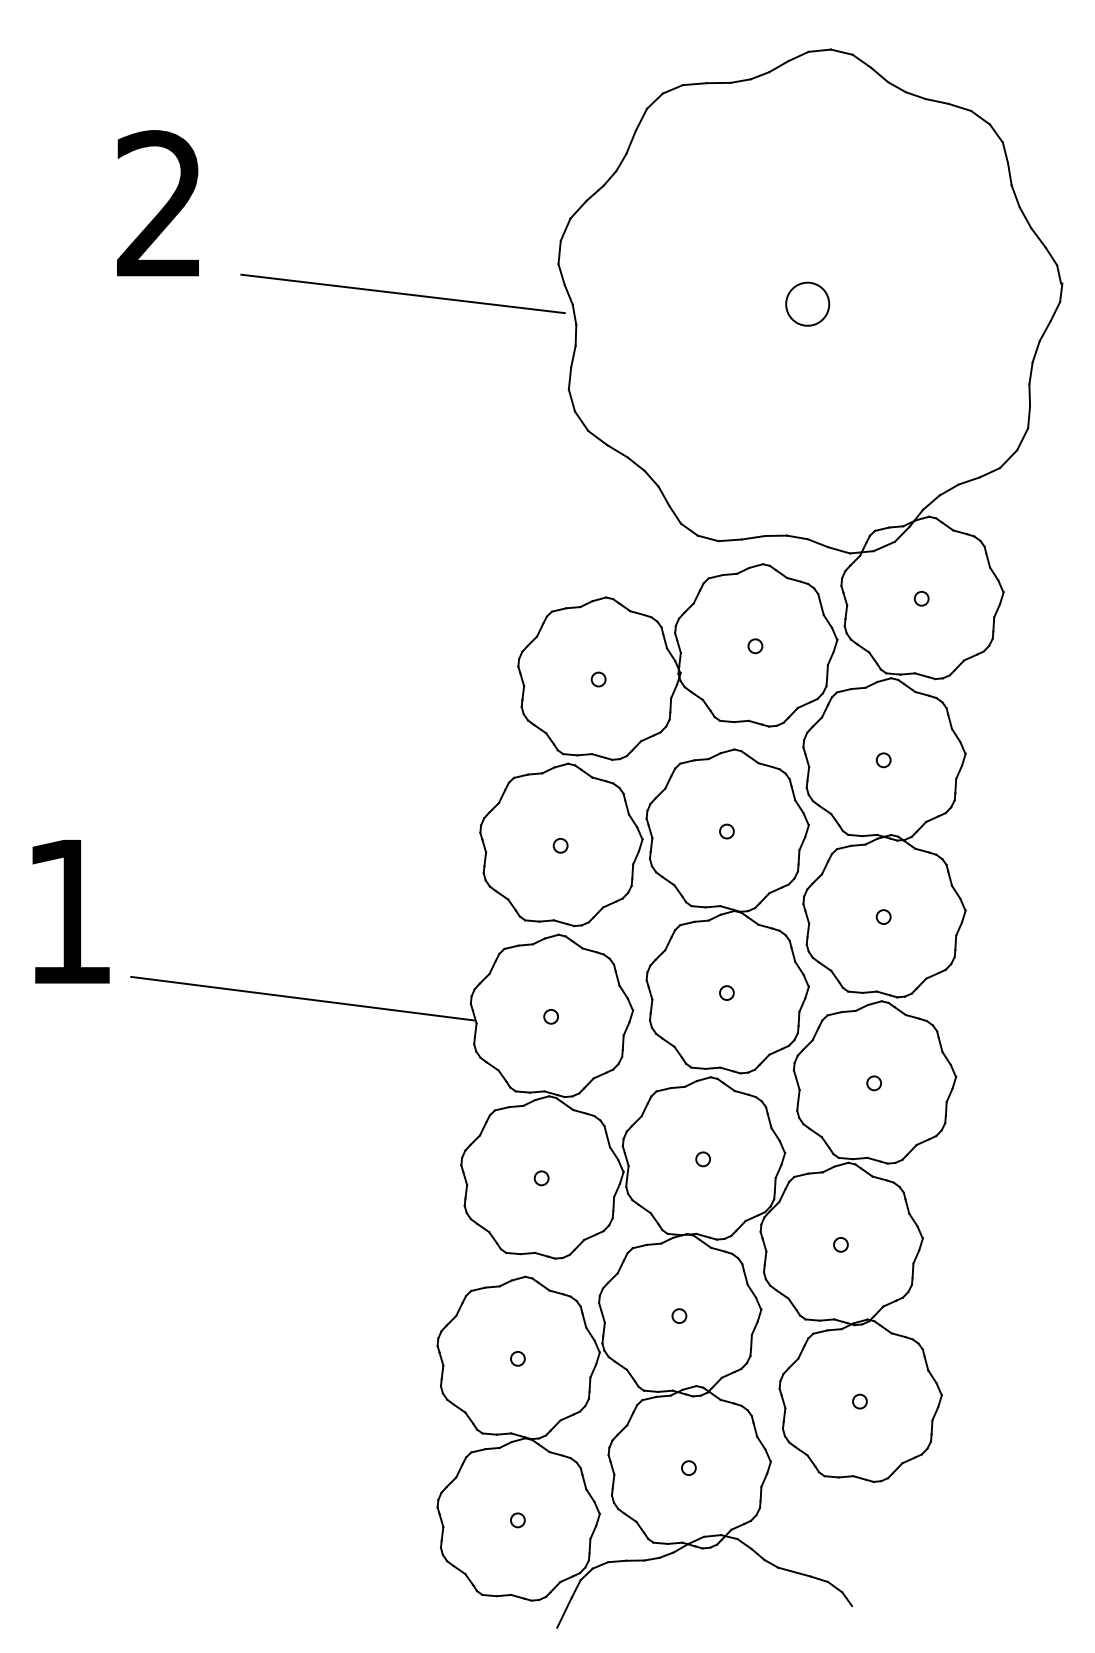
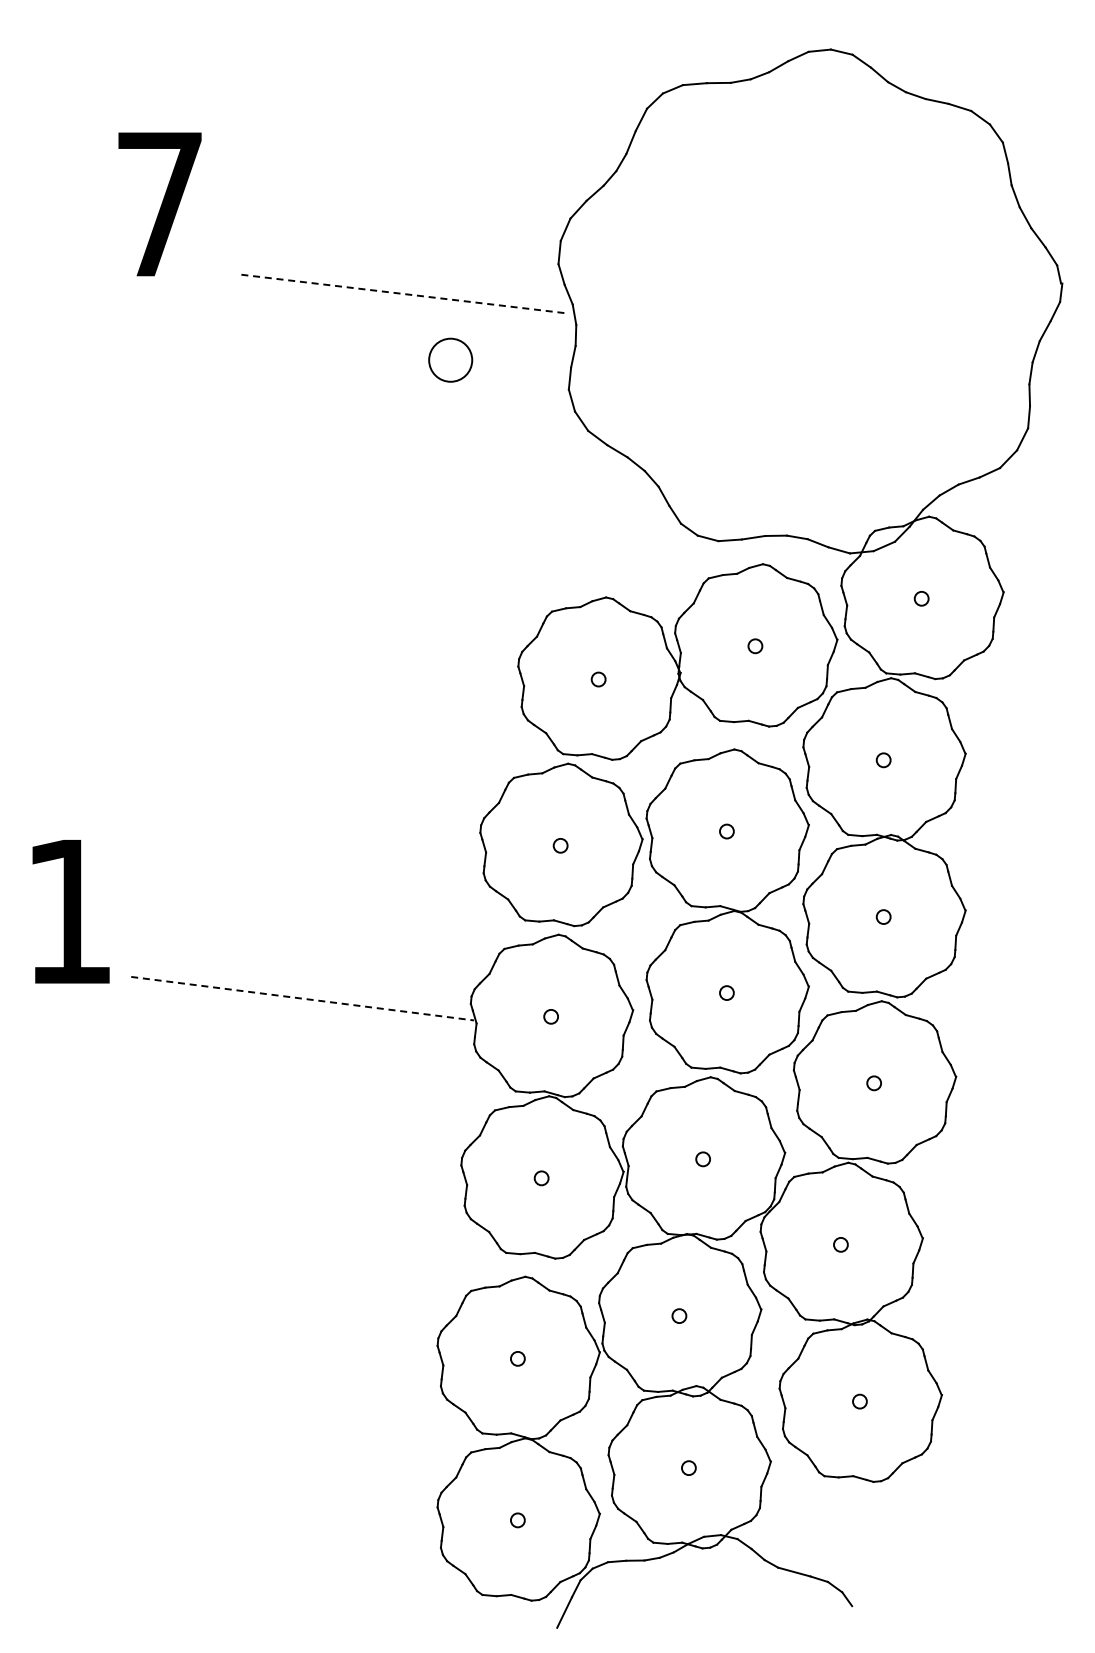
text at (159, 203): 2 -> 7
line at (403, 293): solid -> dashed
circle at (807, 303) position: (807, 303) -> (450, 359)
line at (302, 998): solid -> dashed
